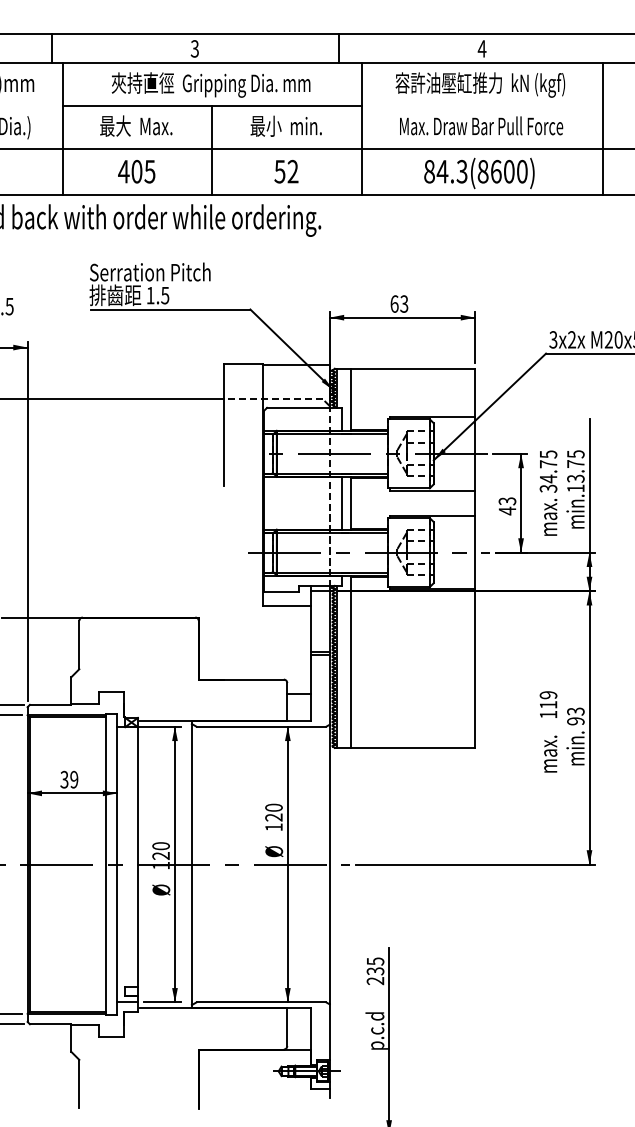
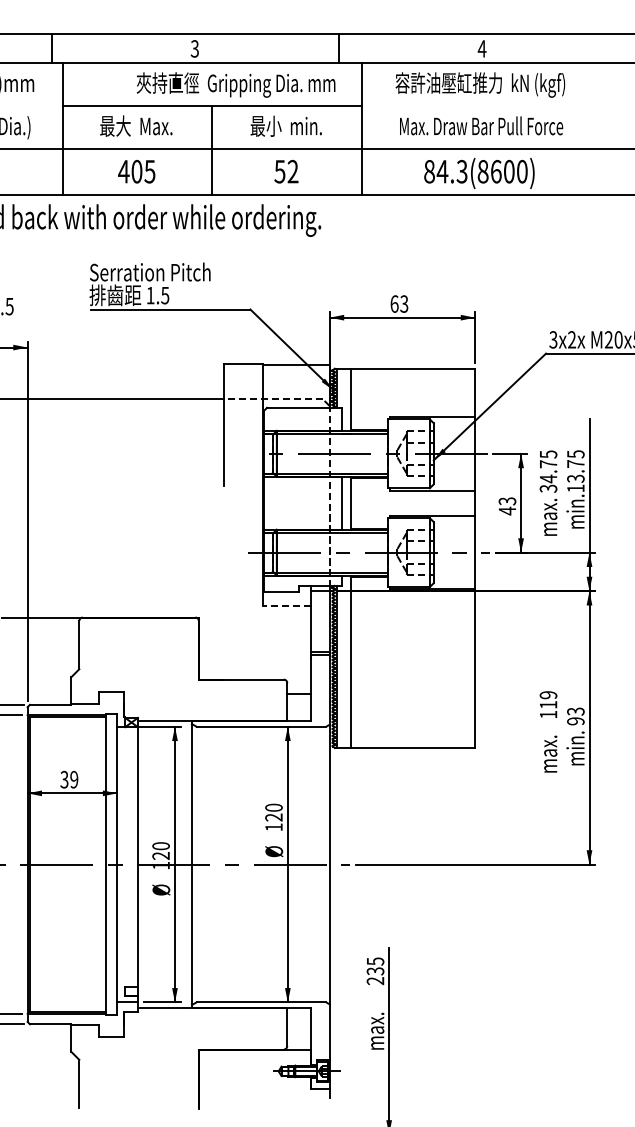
text at (210, 84) position: (210, 84) -> (235, 84)
line at (603, 128): present -> none
line at (286, 606): solid -> dashed
text at (376, 1030): p.c.d -> max.
